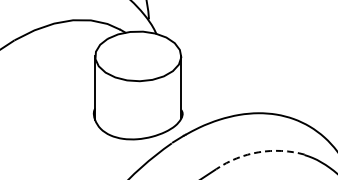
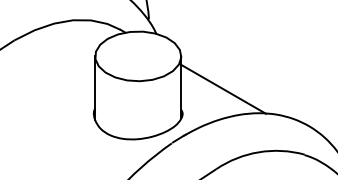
line at (223, 88): none -> present
arc at (258, 152): dashed -> solid
